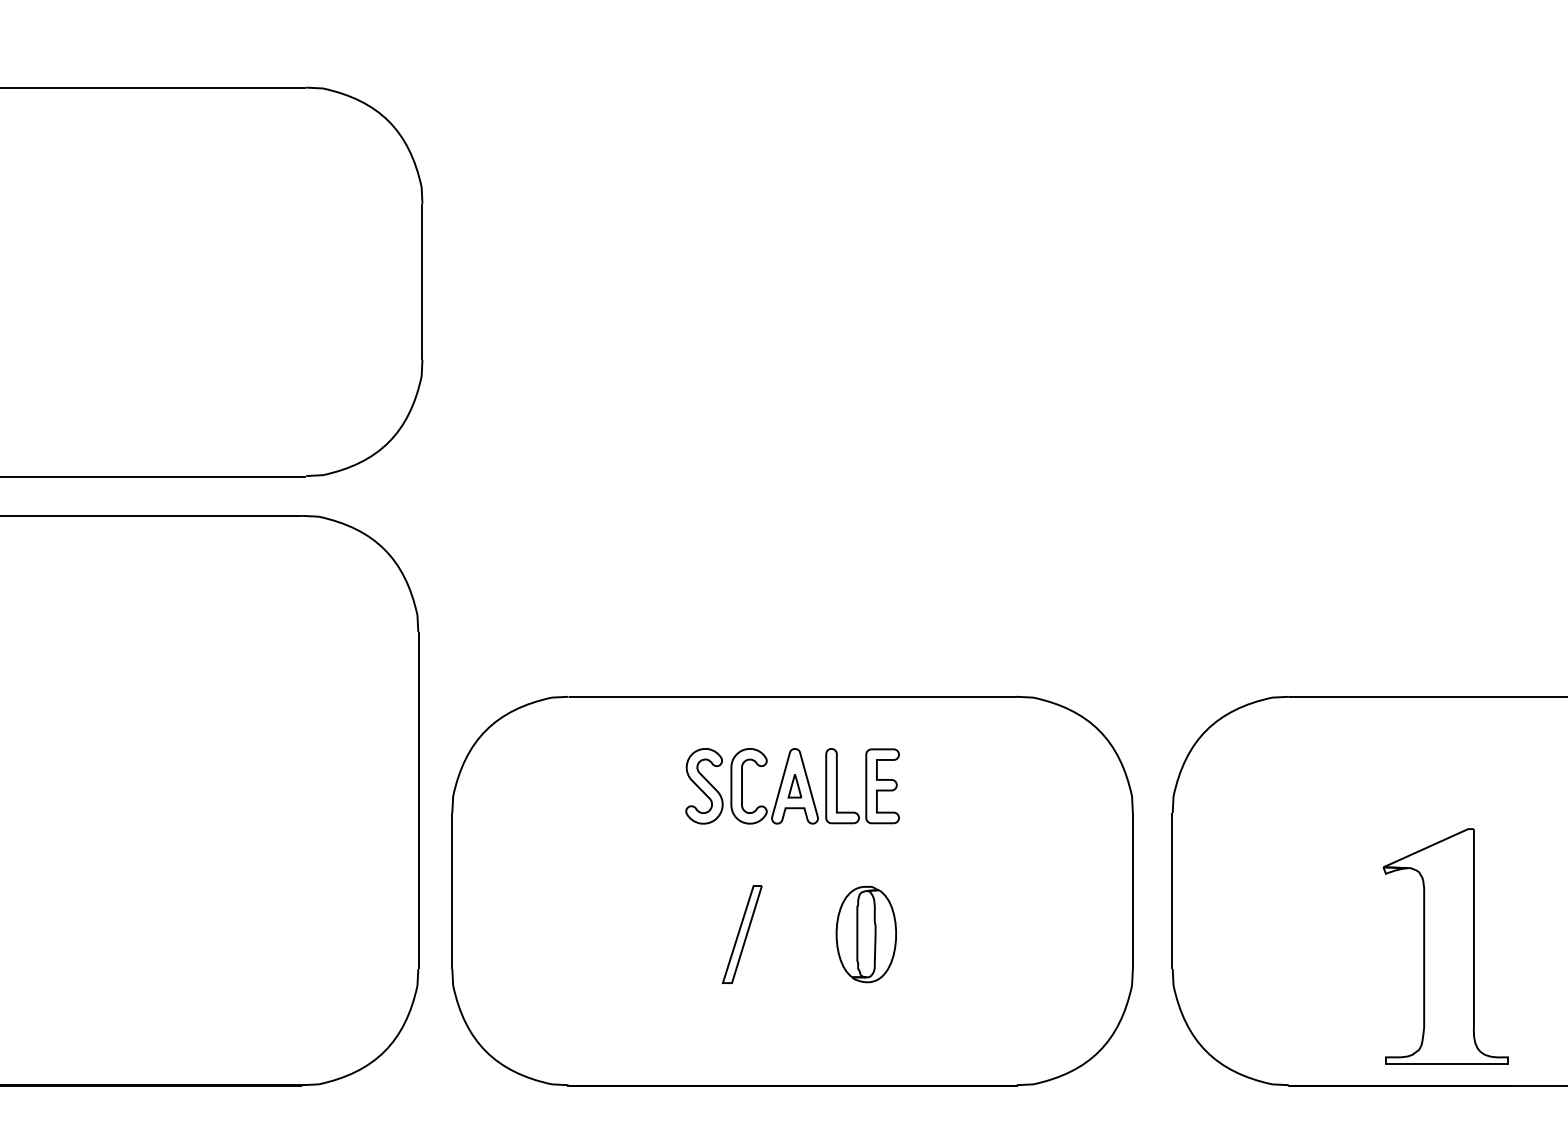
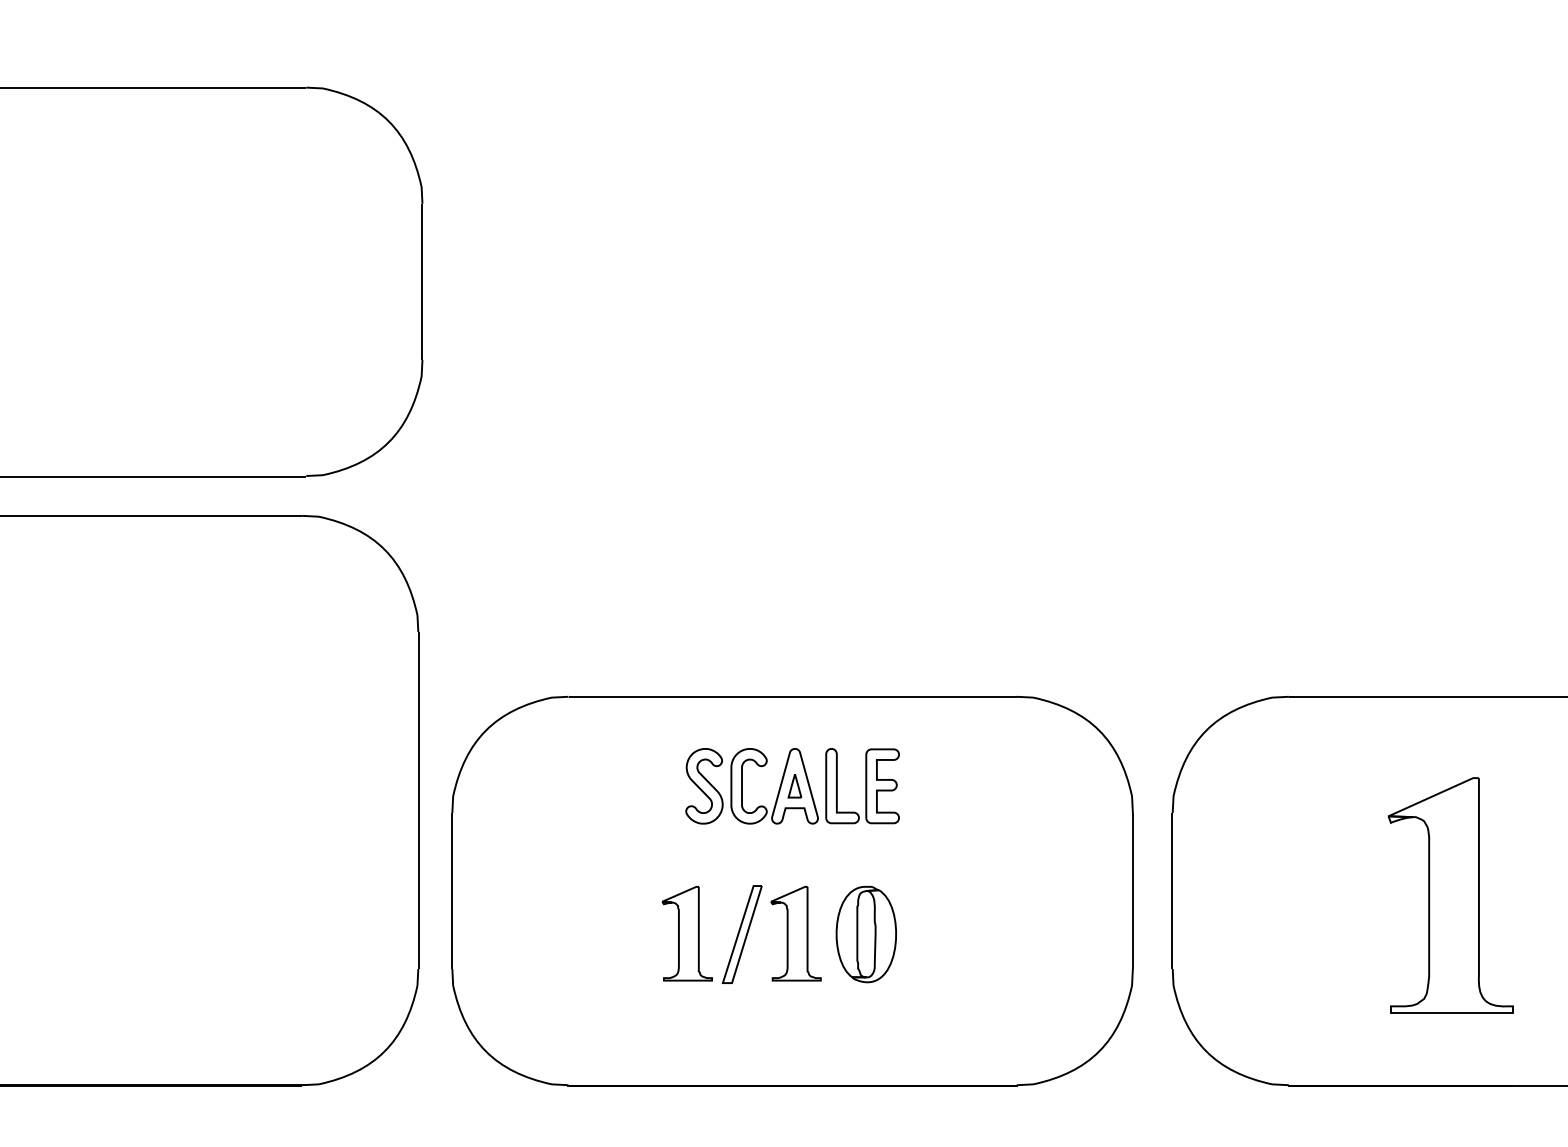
part at (686, 933): none -> present
part at (795, 933): none -> present
part at (1445, 946) position: (1445, 946) -> (1450, 895)
